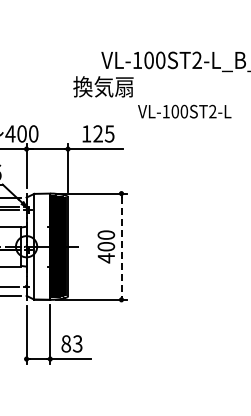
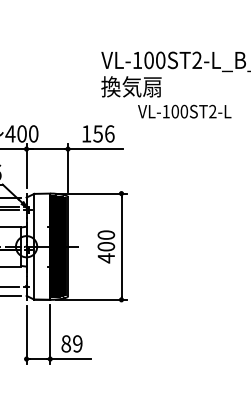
text at (103, 86) position: (103, 86) -> (131, 86)
text at (103, 133): 125 -> 156
line at (121, 246): dashed -> solid
text at (77, 343): 83 -> 89
